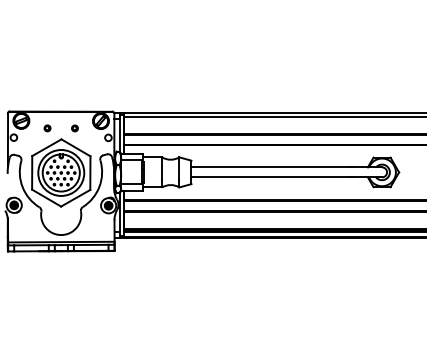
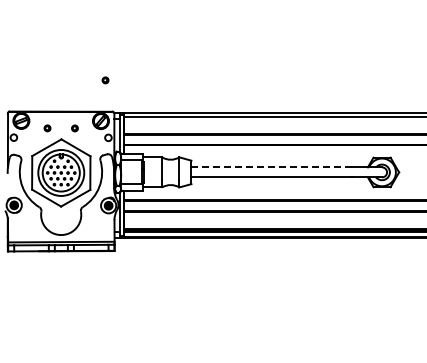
part at (105, 80): none -> present
line at (271, 167): solid -> dashed
